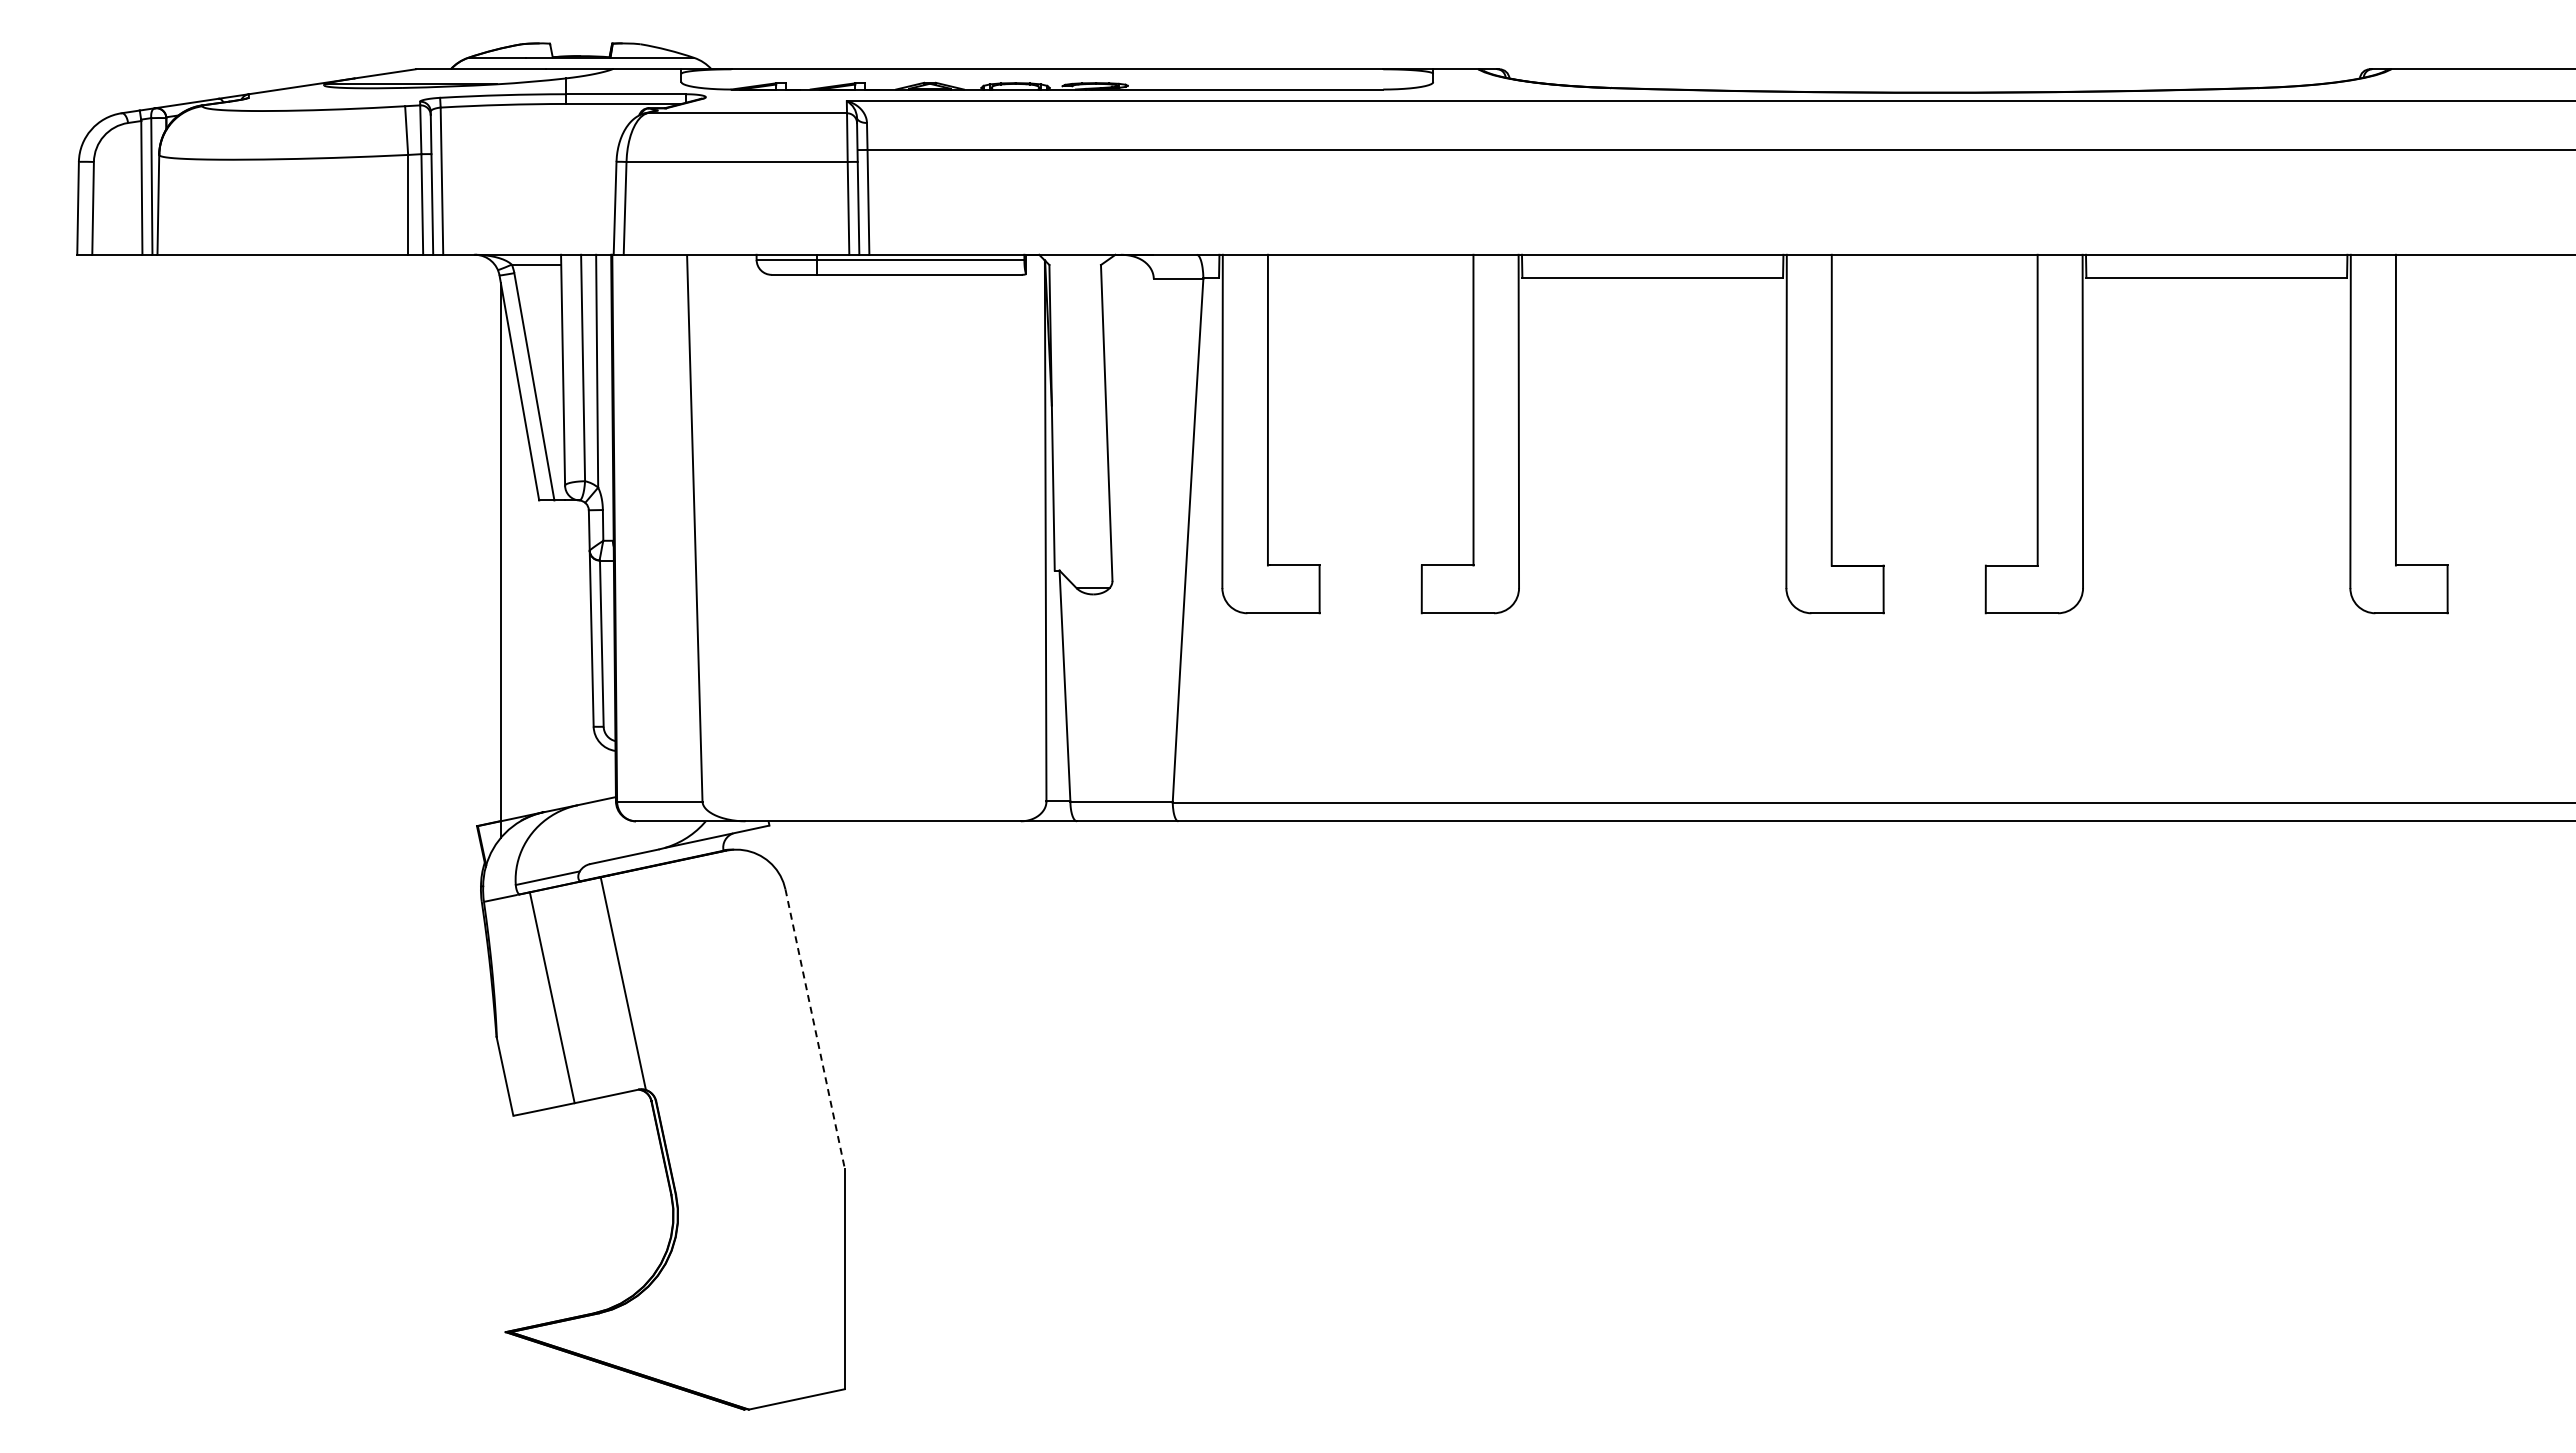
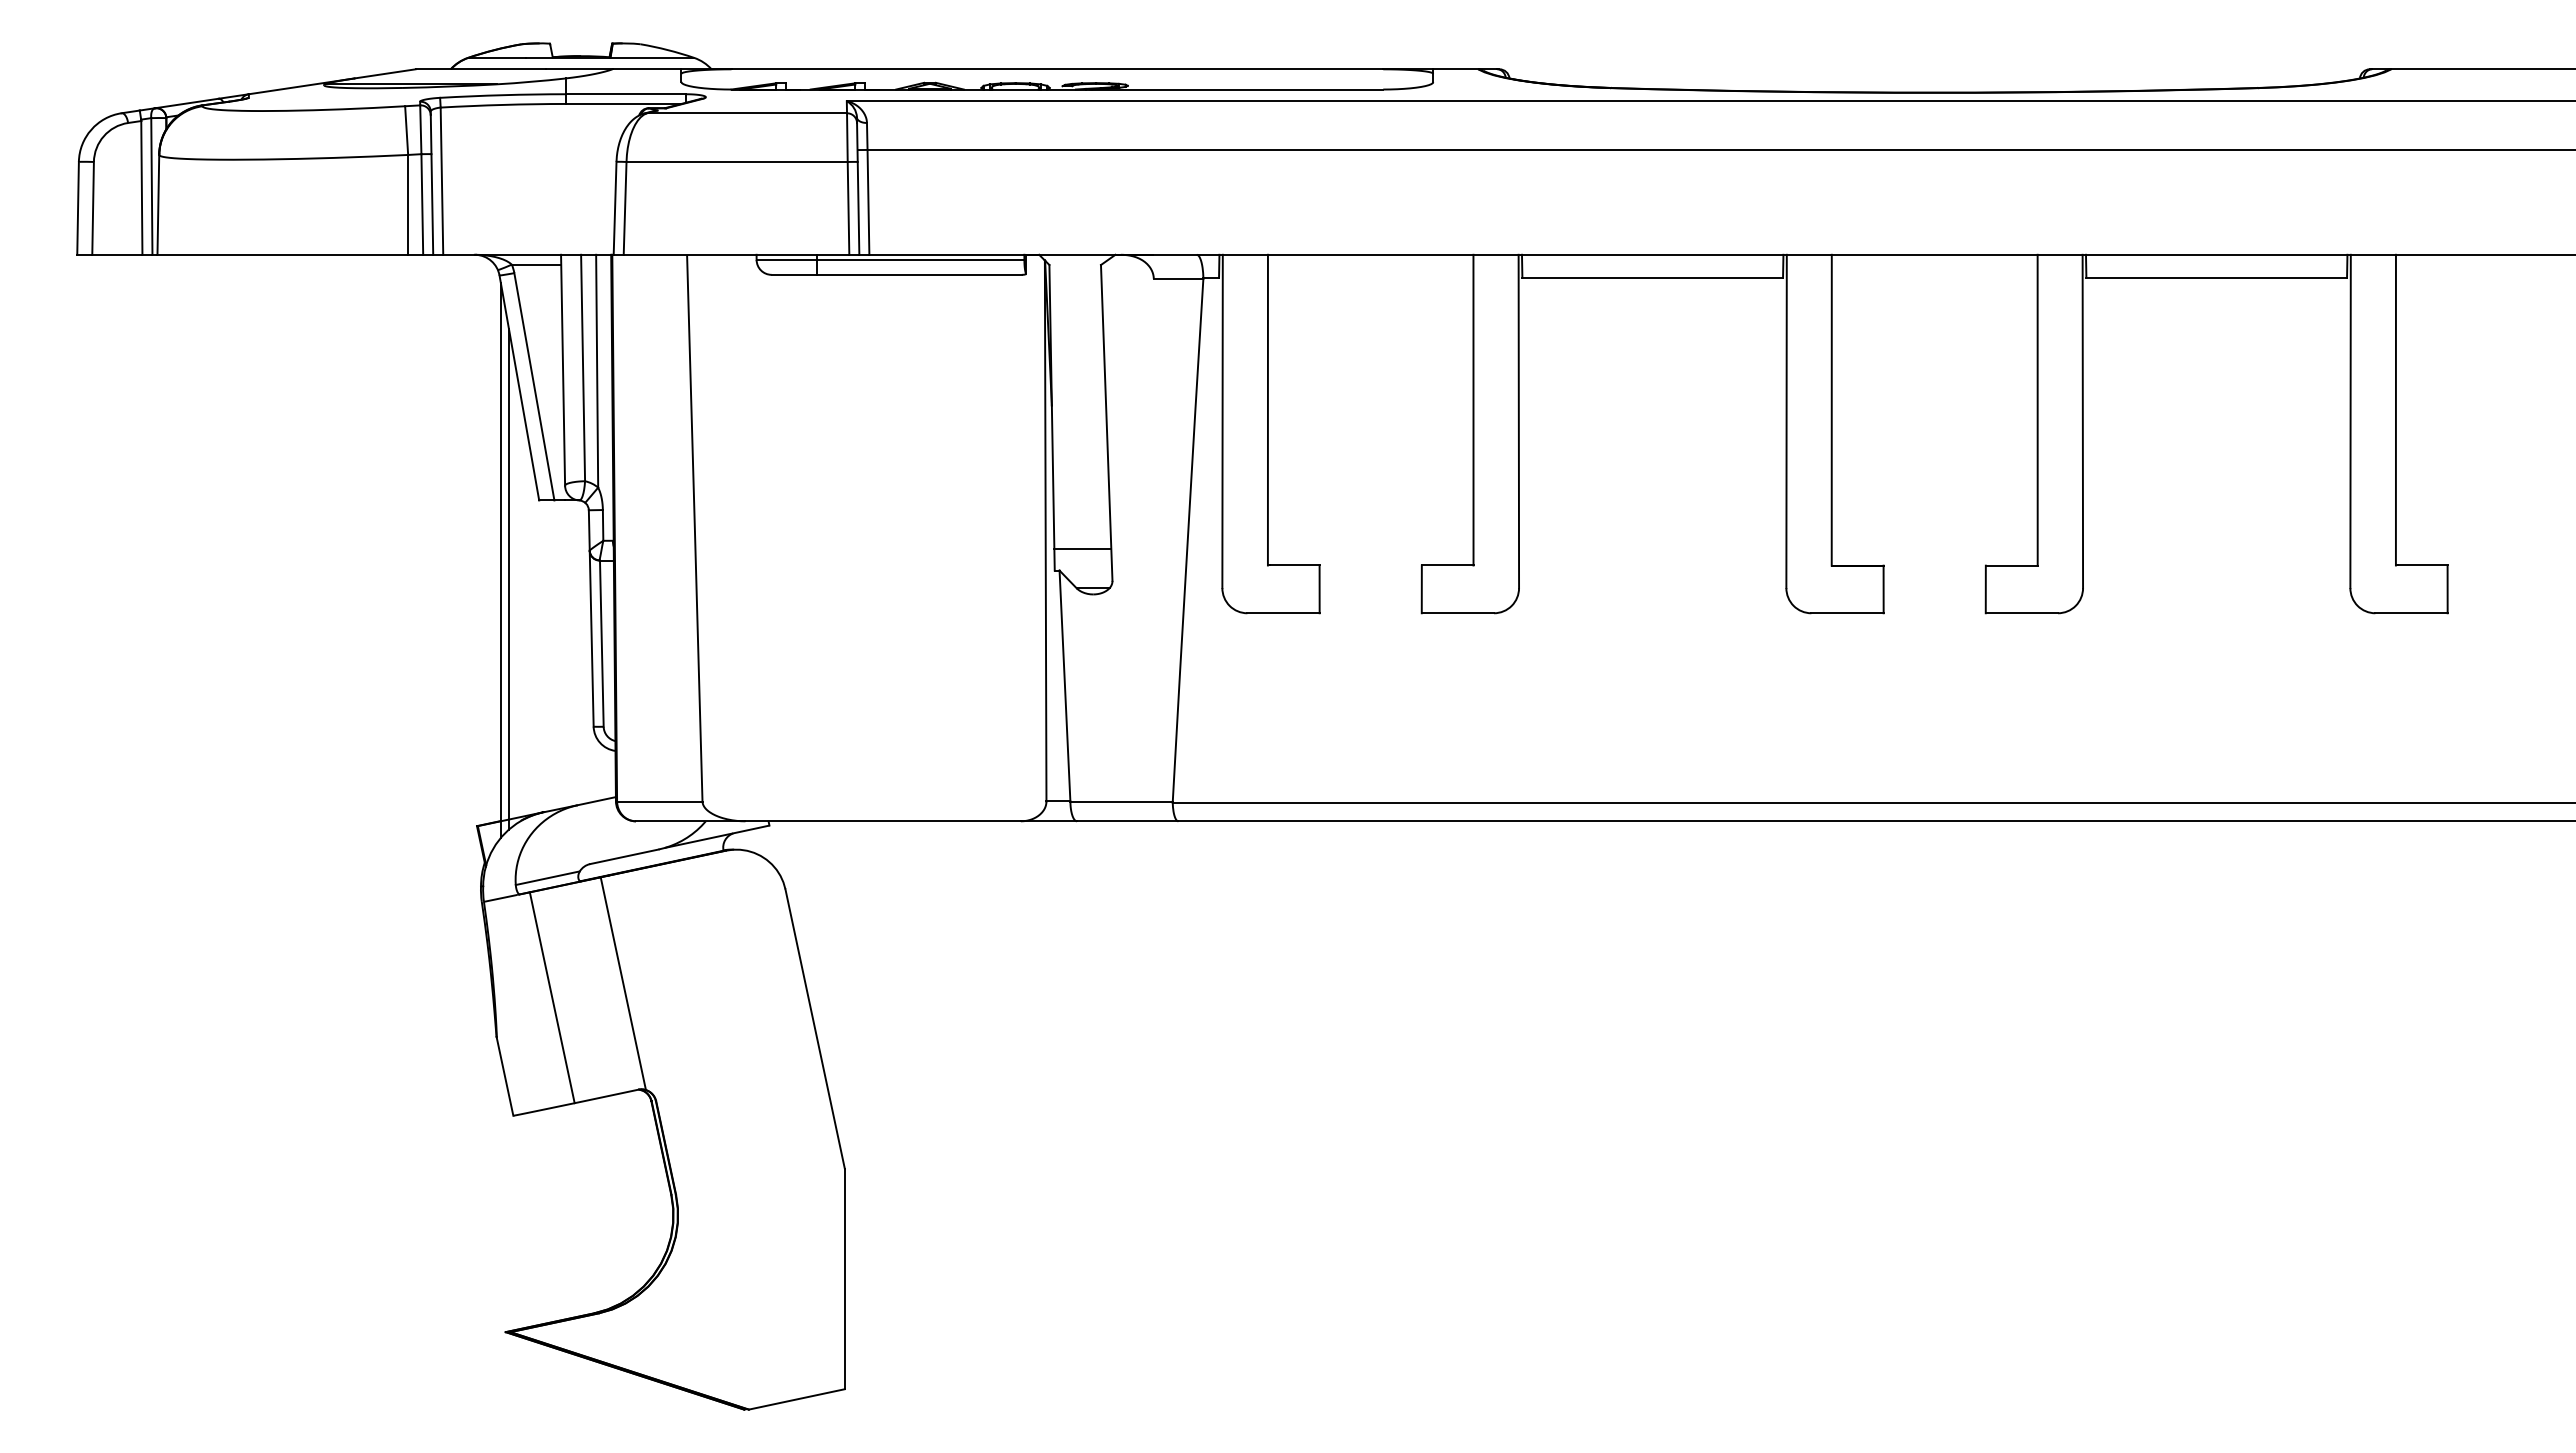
line at (1082, 549): none -> present
line at (508, 578): none -> present
line at (815, 1029): dashed -> solid
